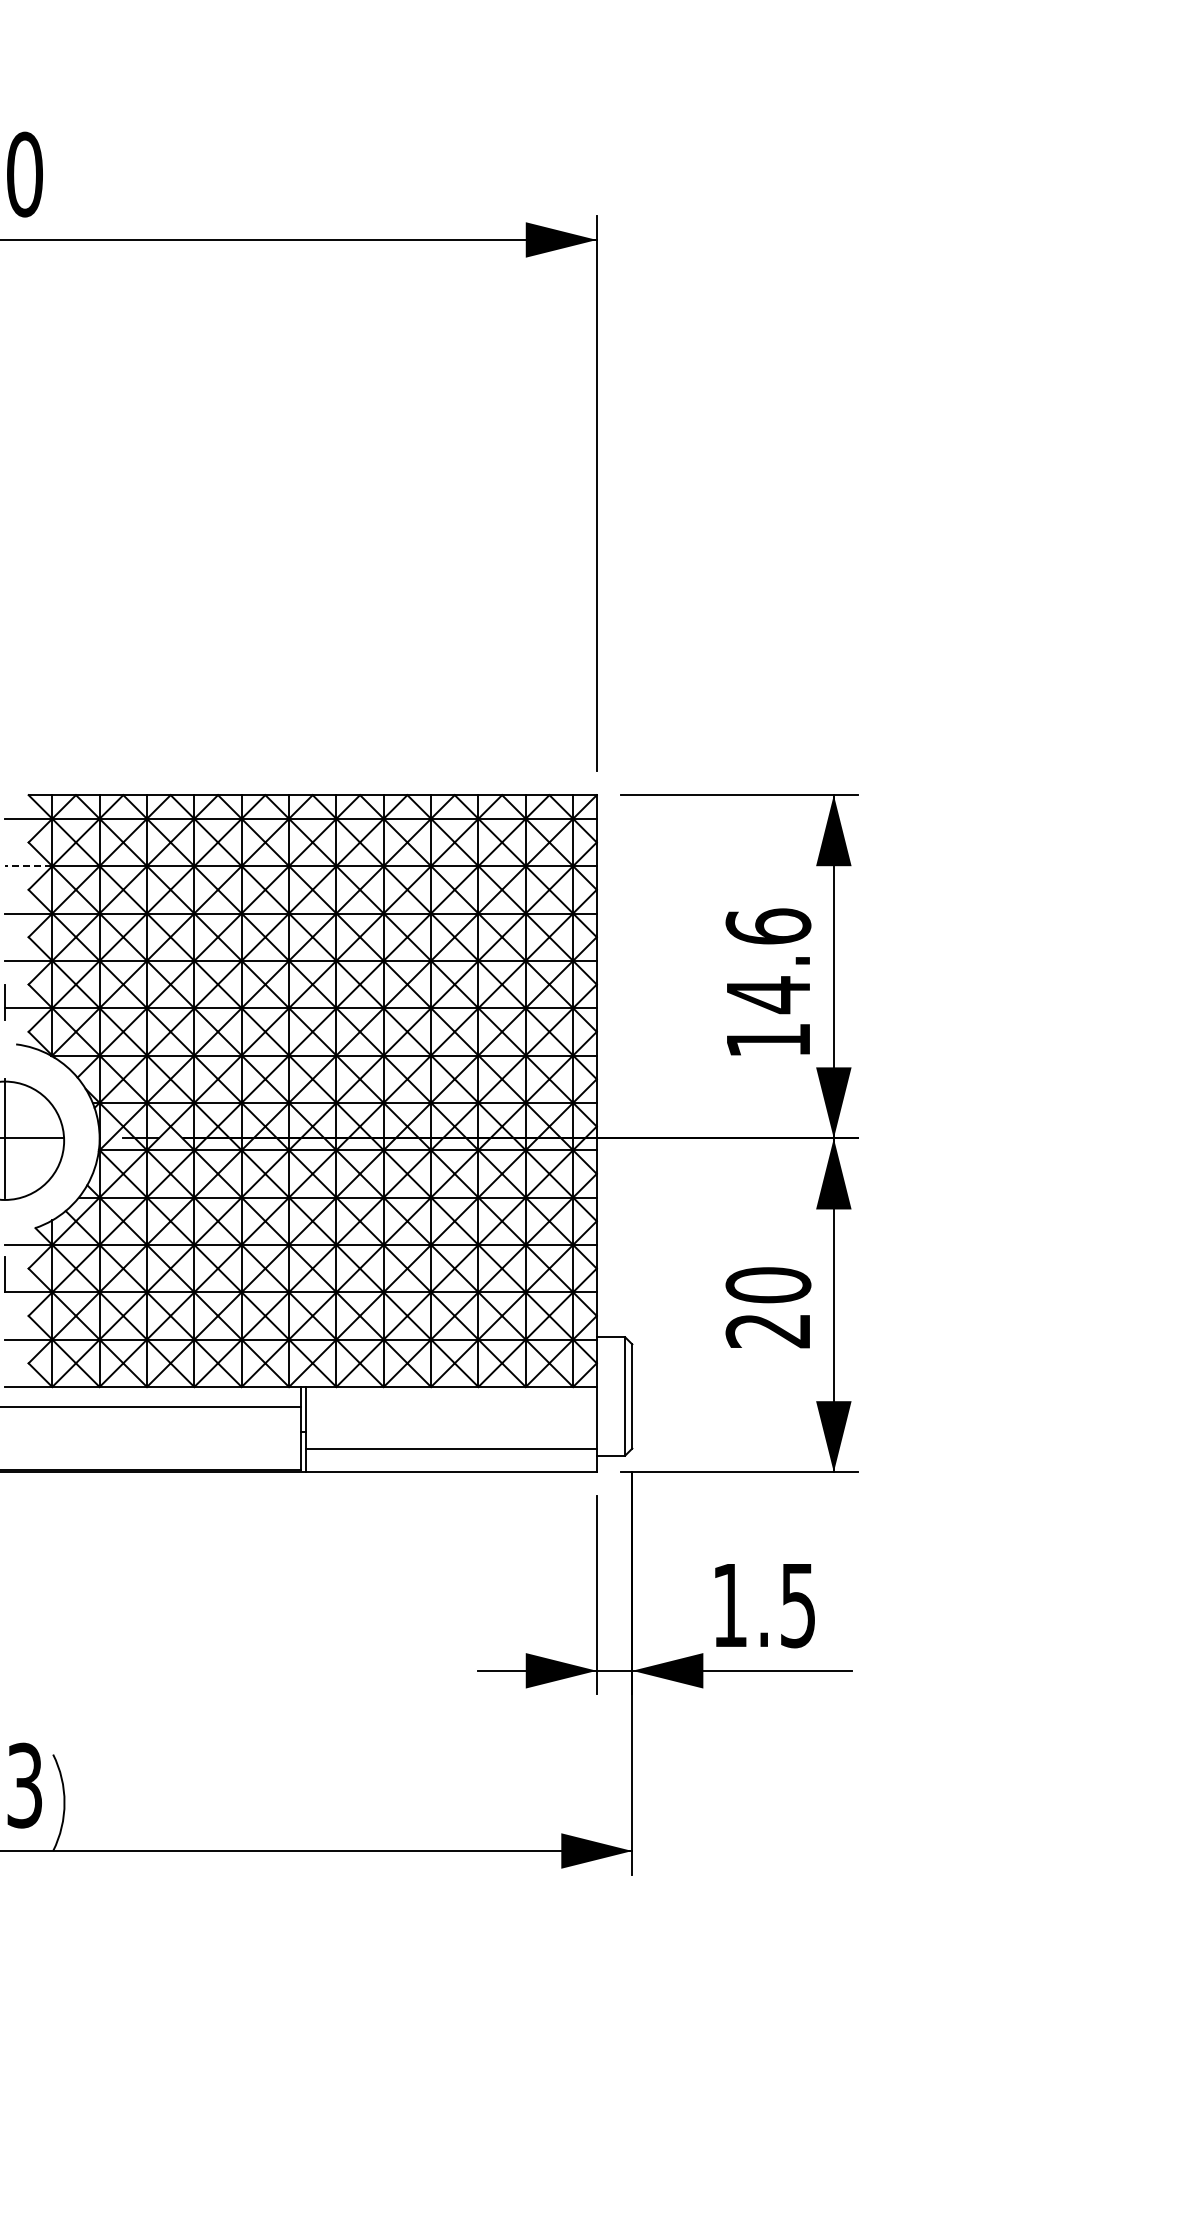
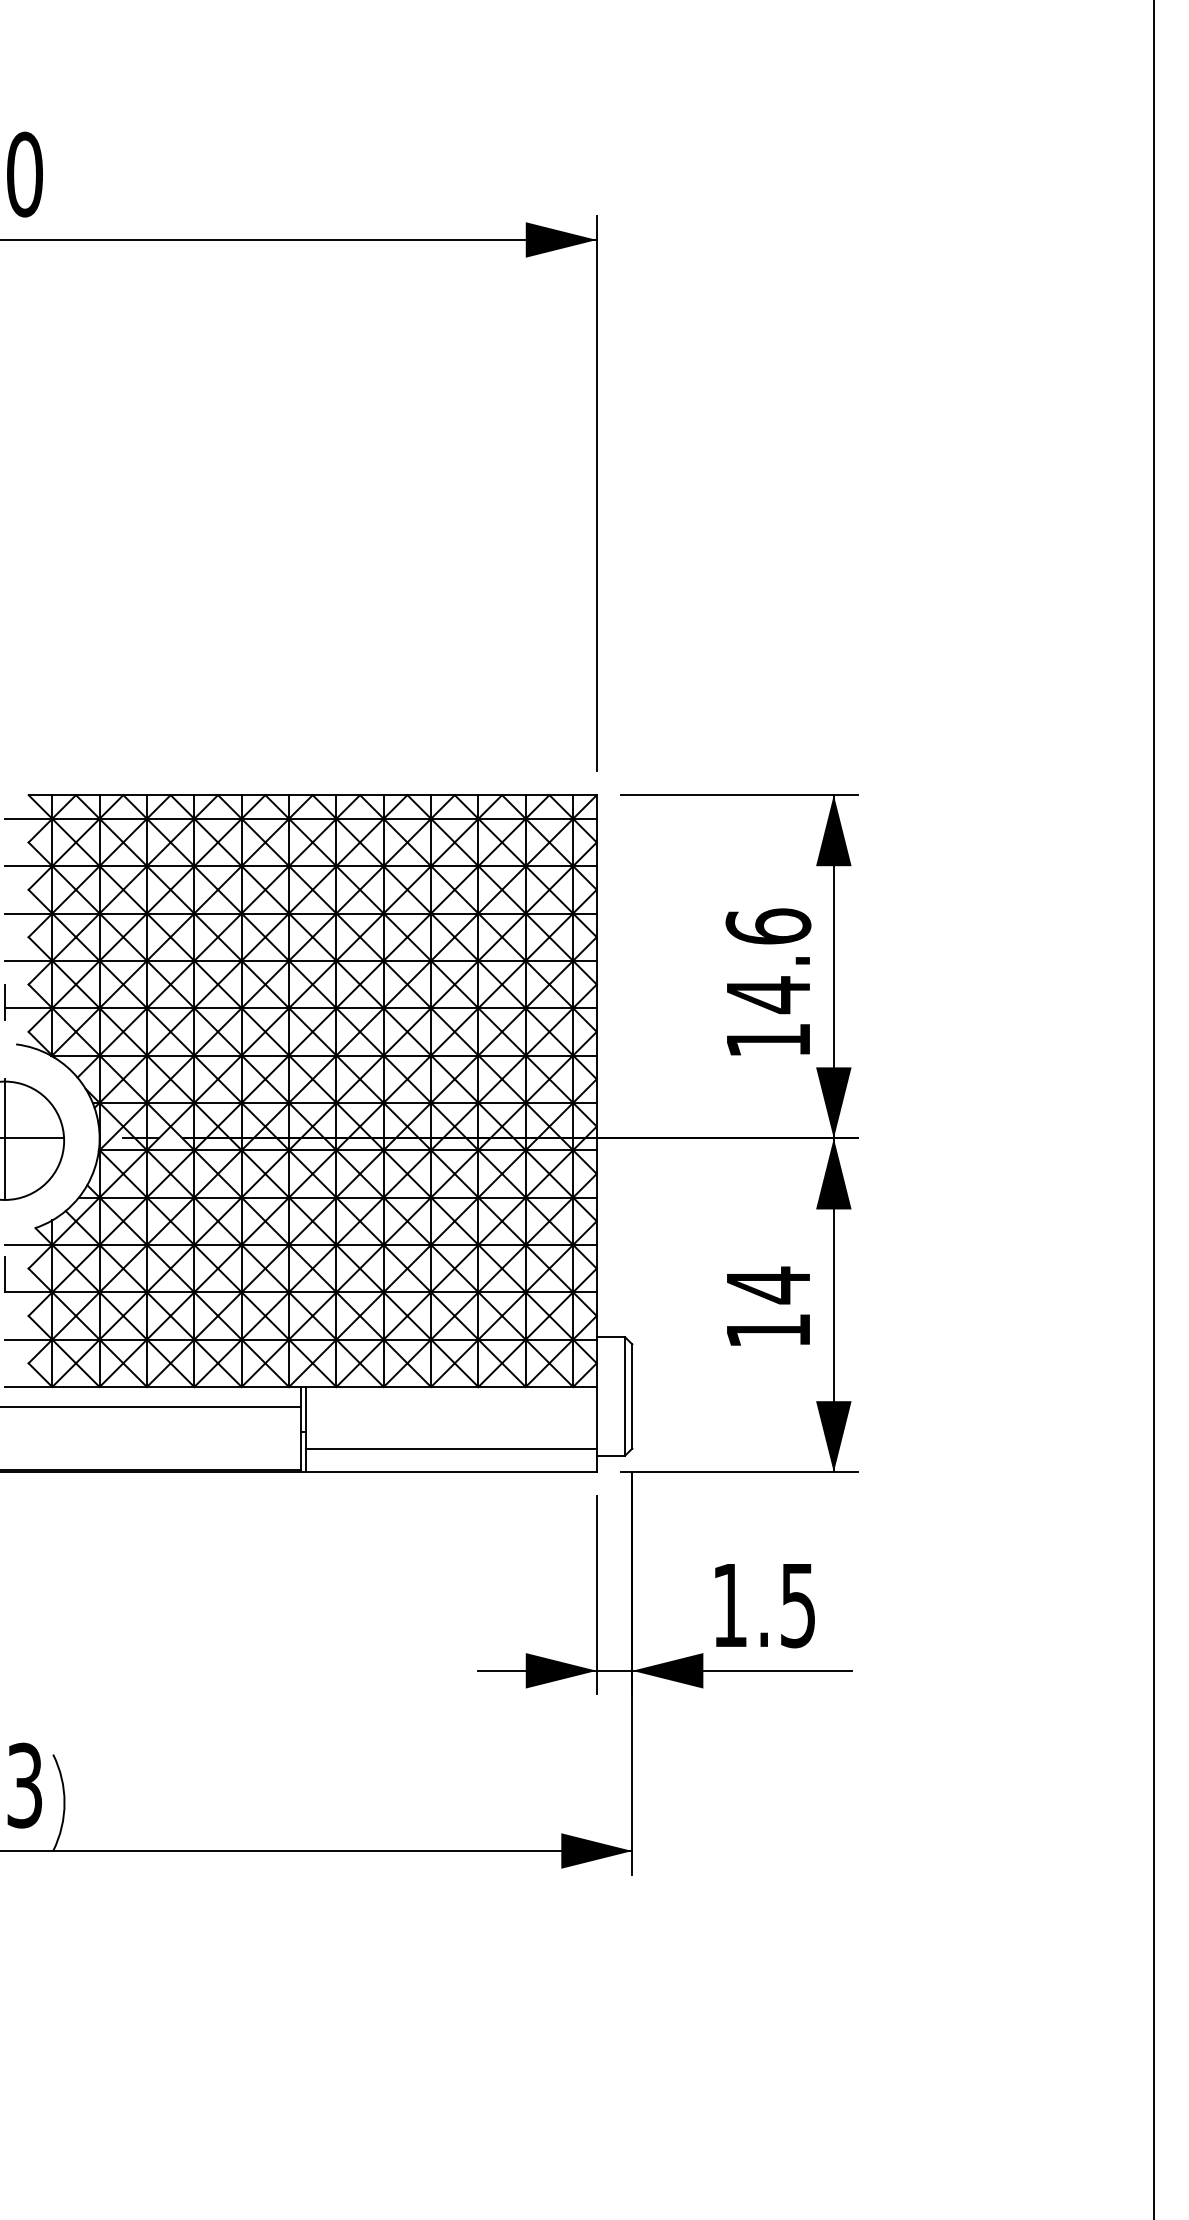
line at (28, 866): dashed -> solid
line at (1153, 1109): none -> present
text at (768, 1307): 20 -> 14
